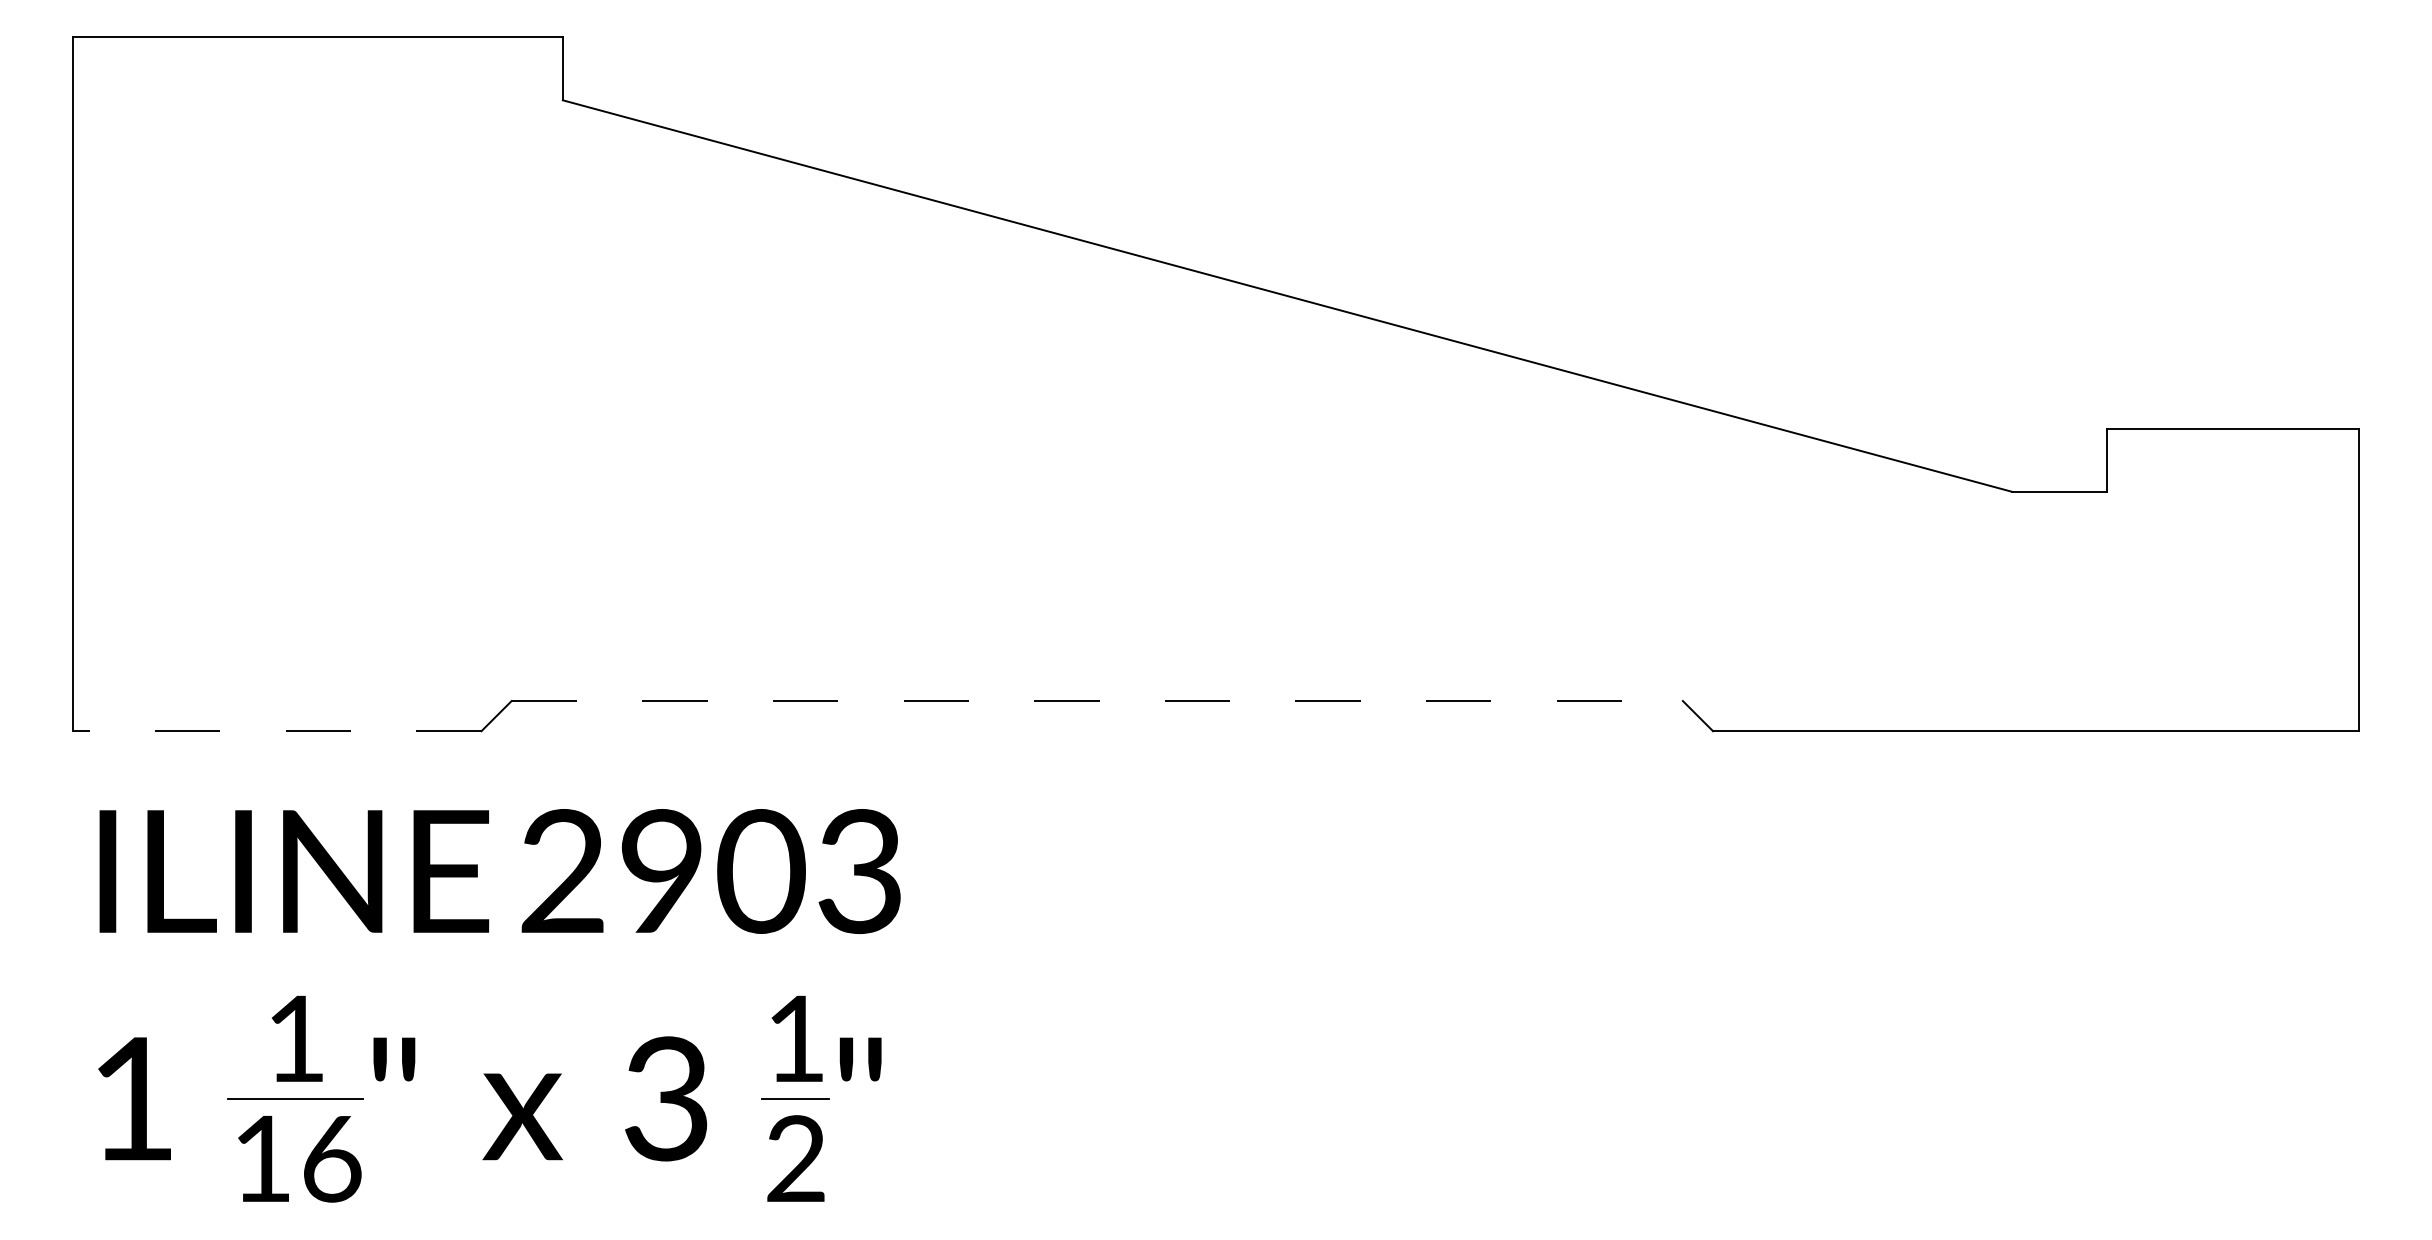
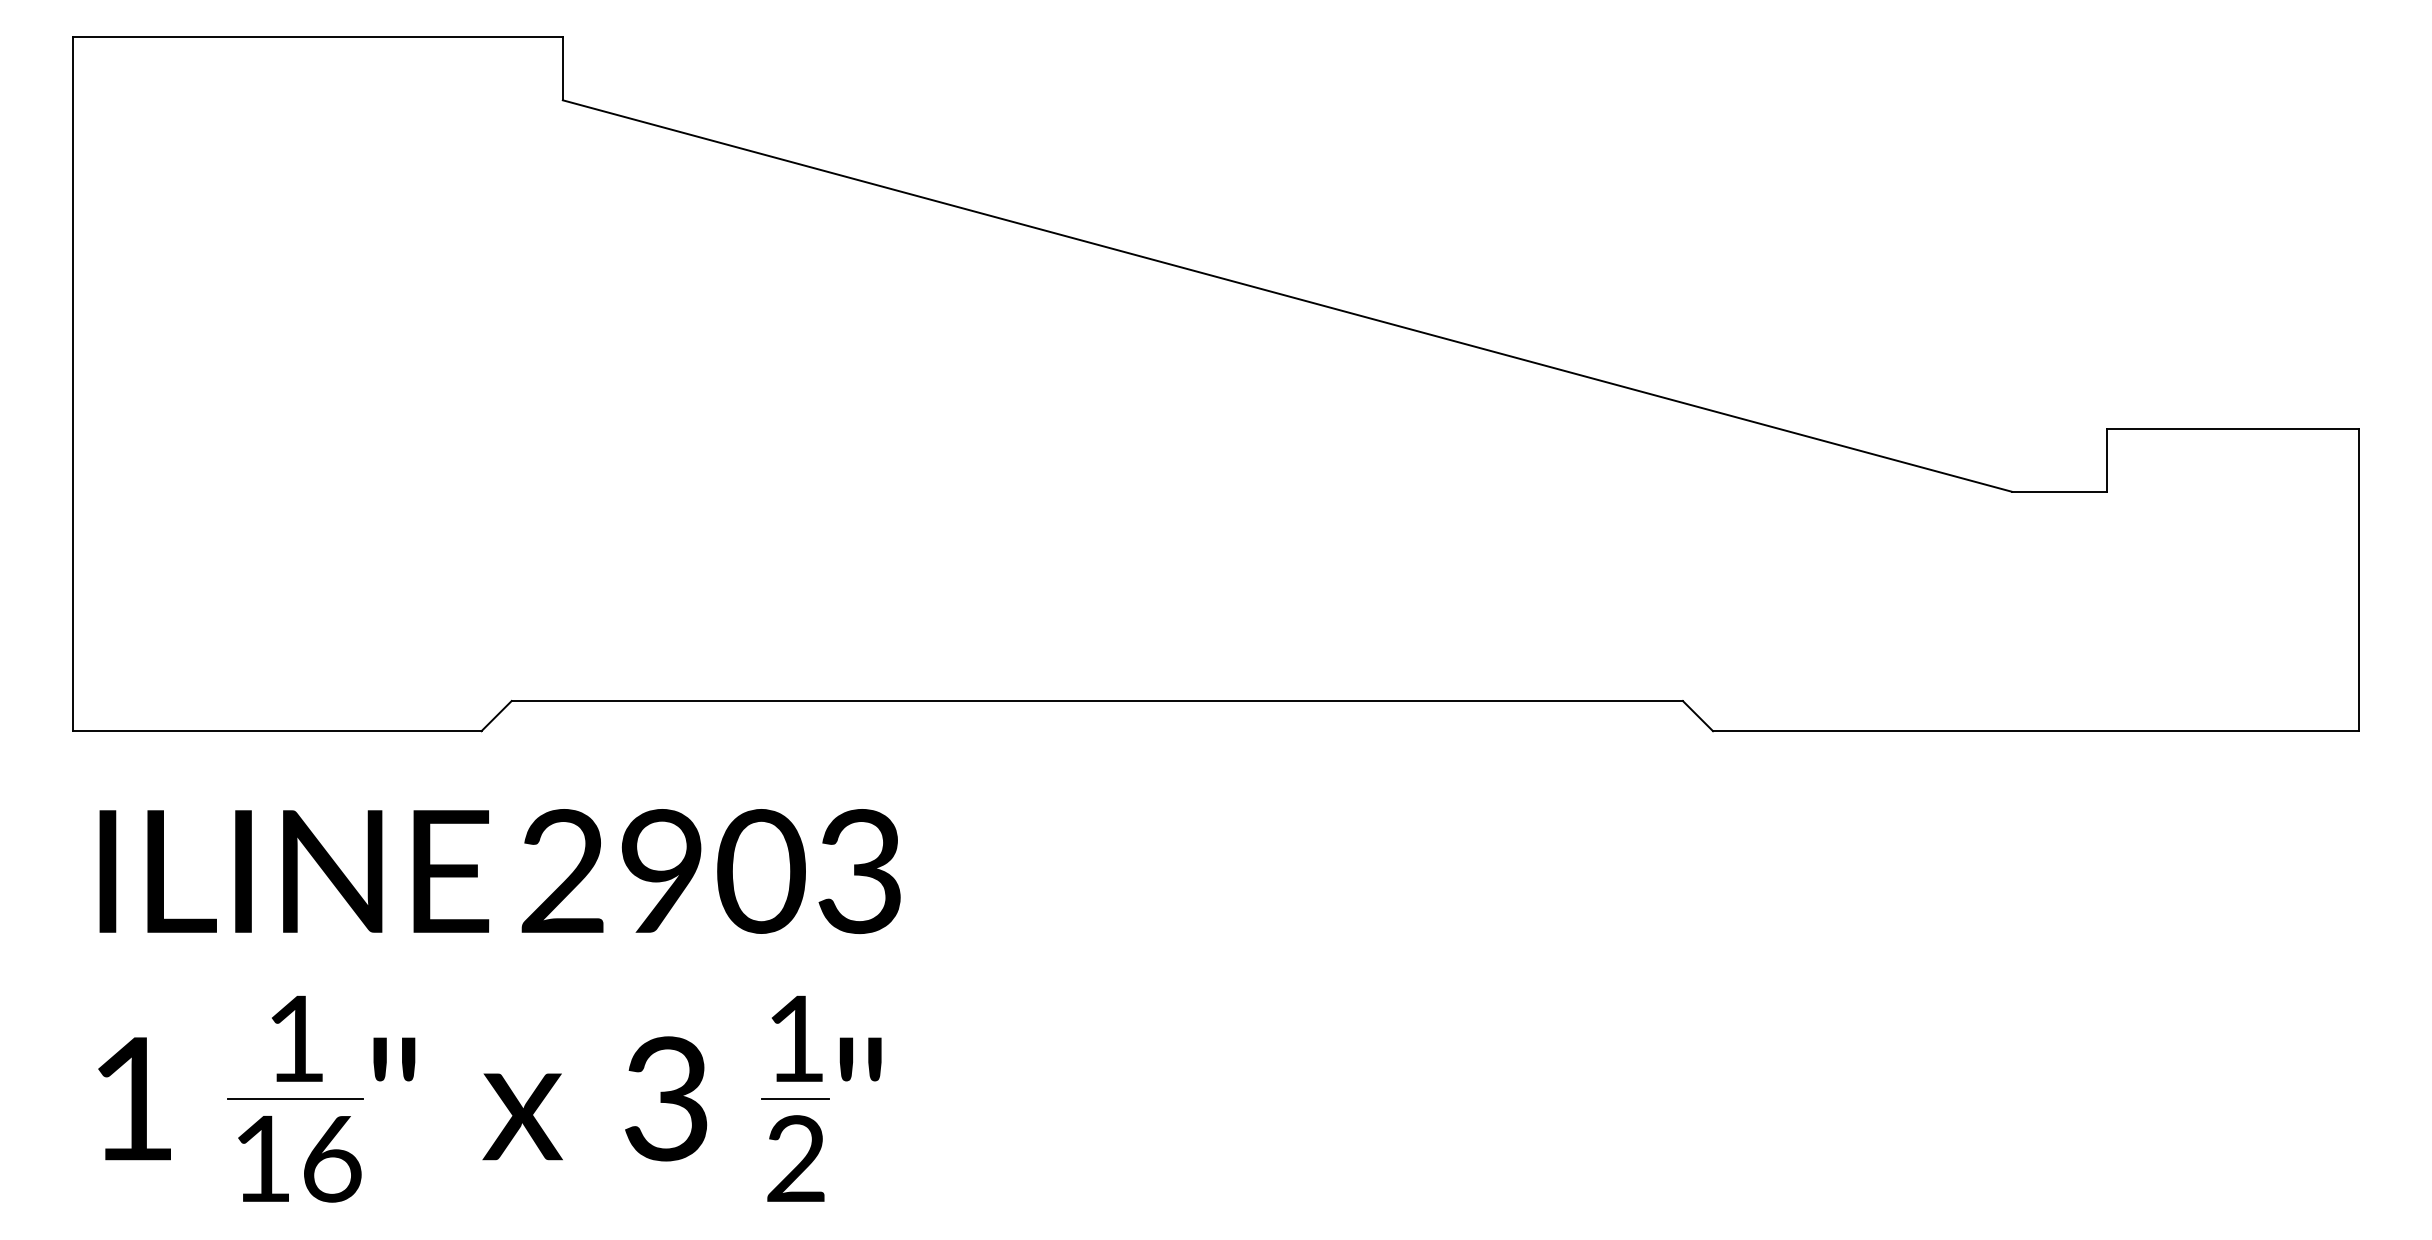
line at (1097, 701): dashed -> solid
line at (276, 731): dashed -> solid
